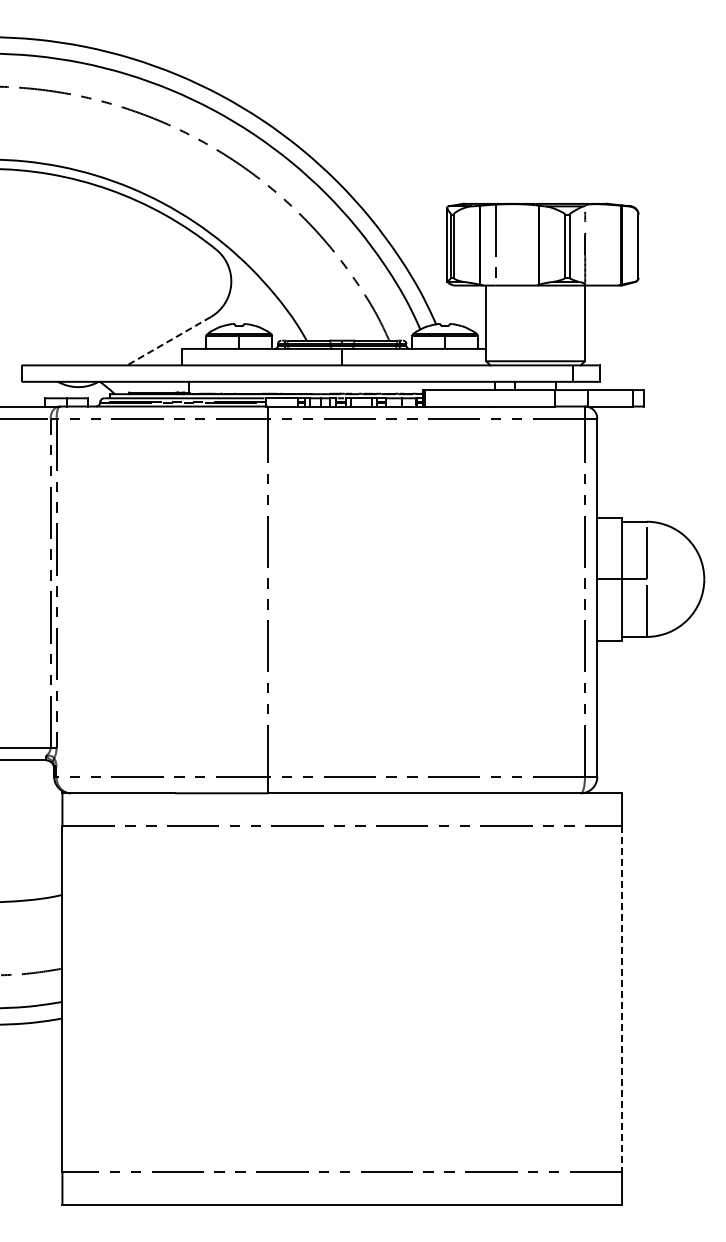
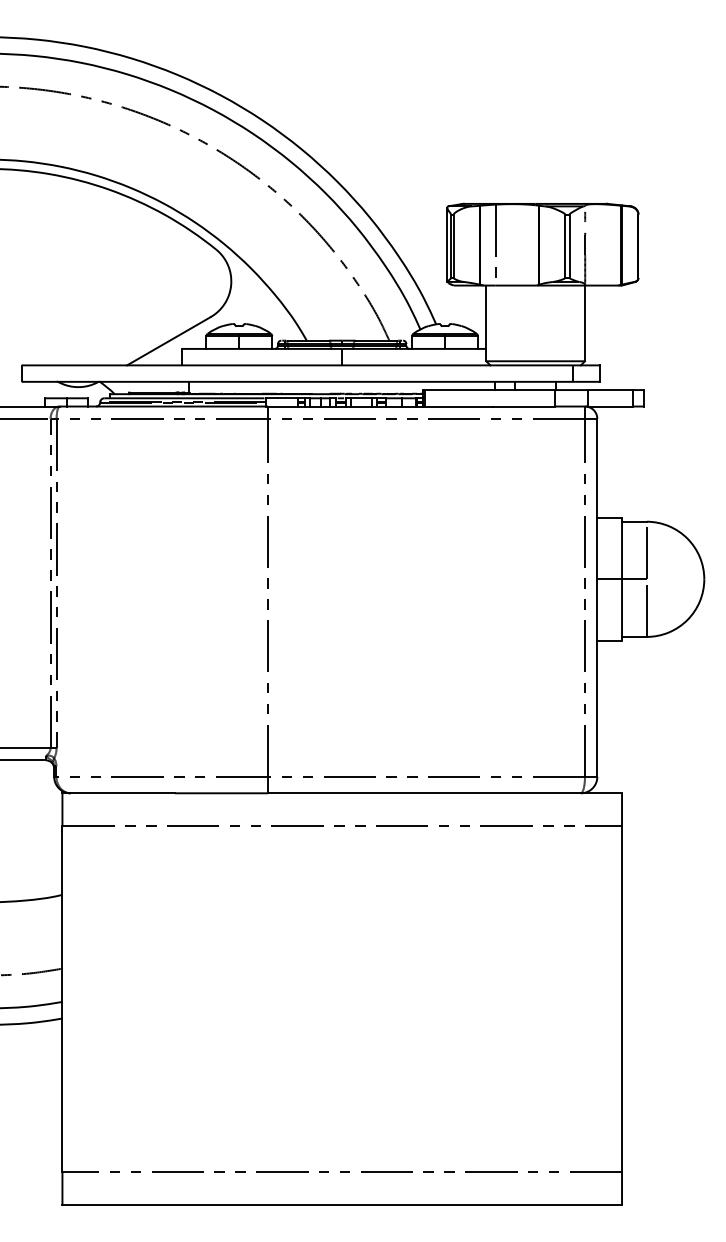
line at (168, 341): dashed -> solid
line at (622, 999): dashed -> solid
